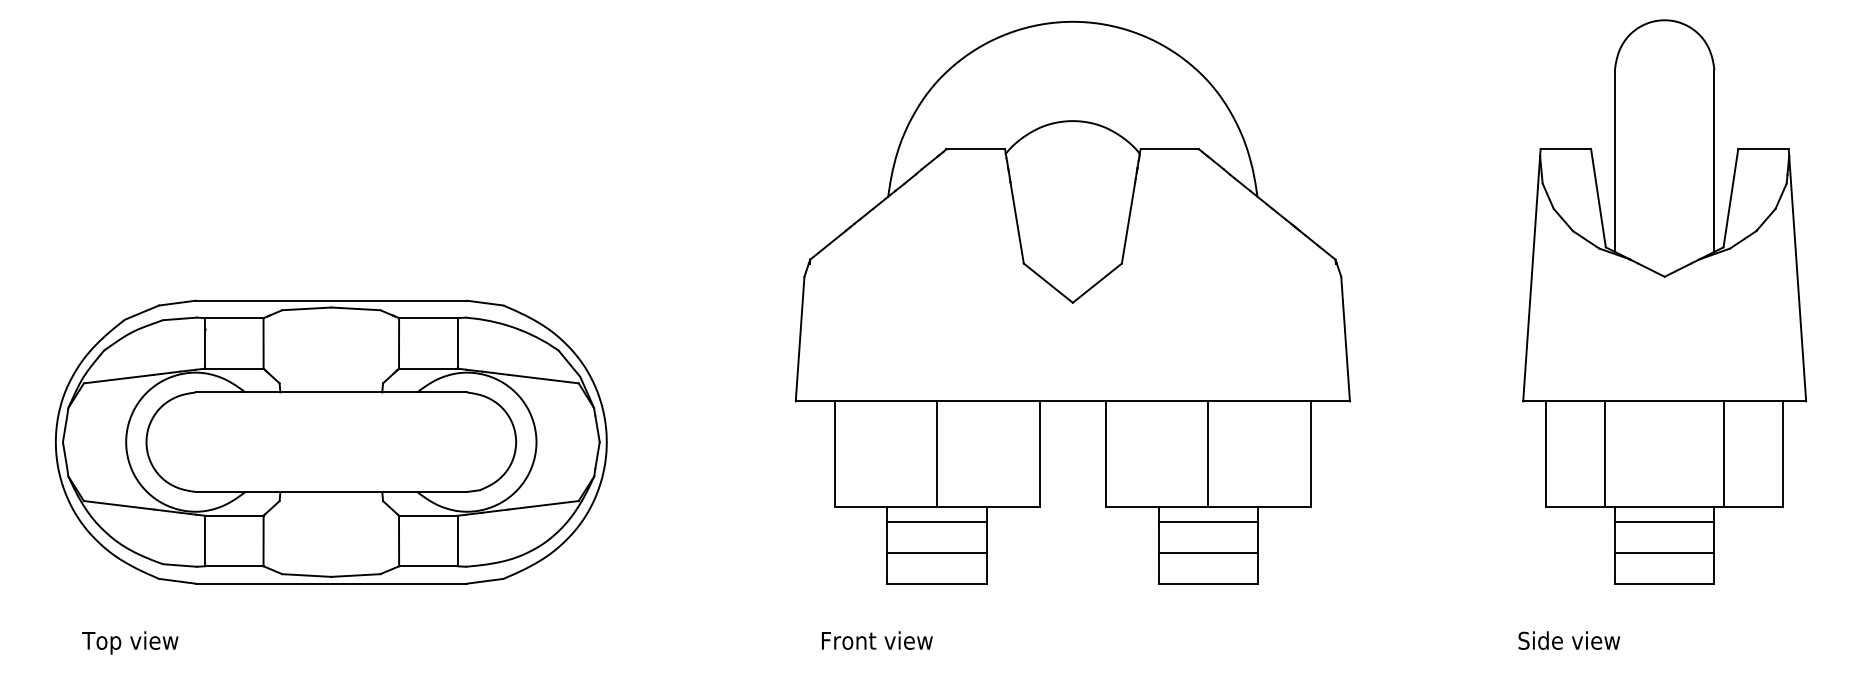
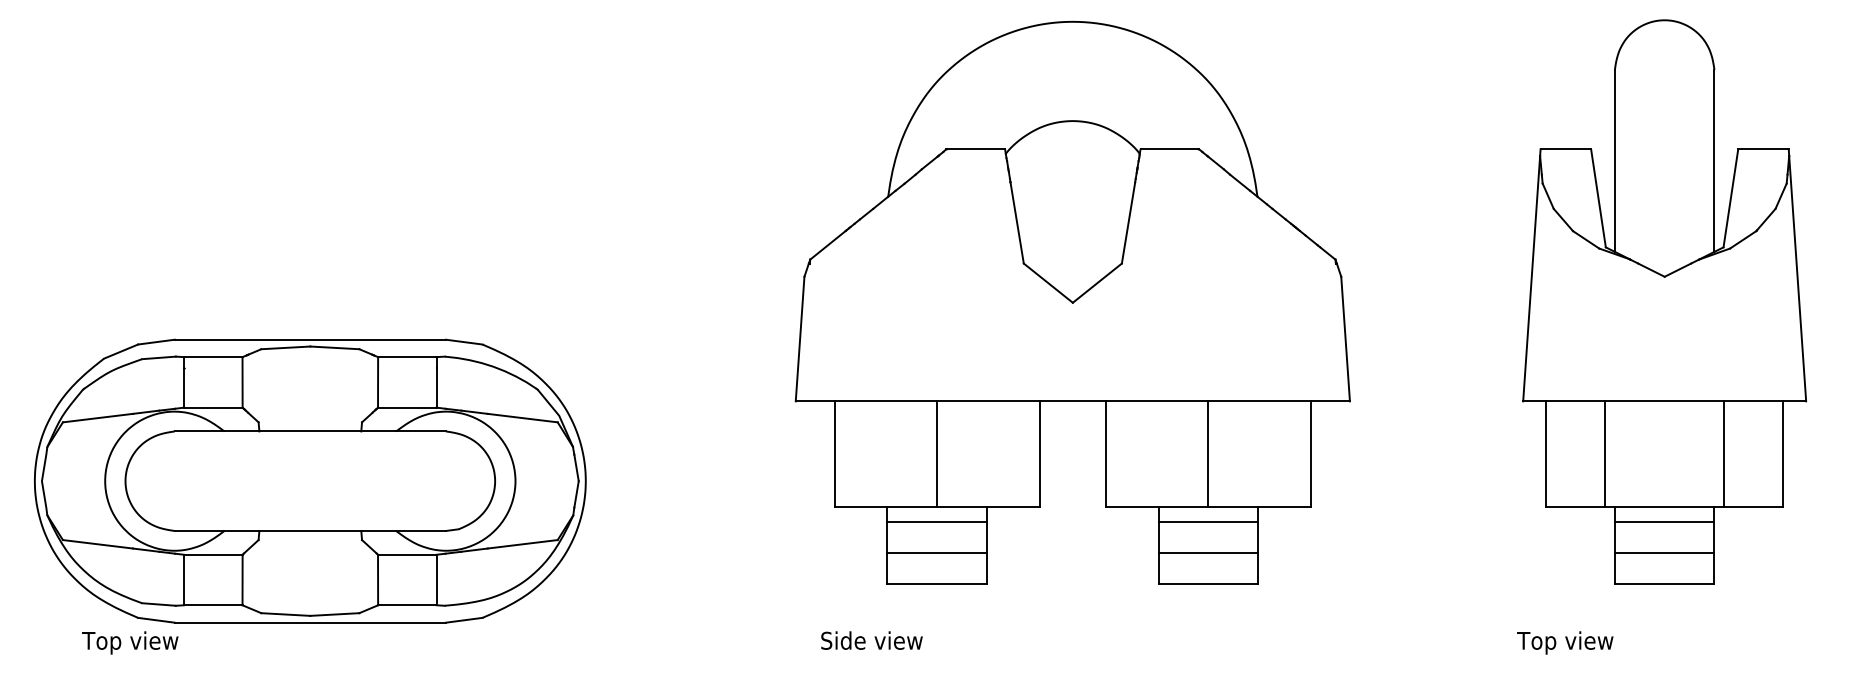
part at (331, 441) position: (331, 441) -> (310, 480)
text at (876, 640): Front view -> Side view
text at (1568, 642): Side view -> Top view
